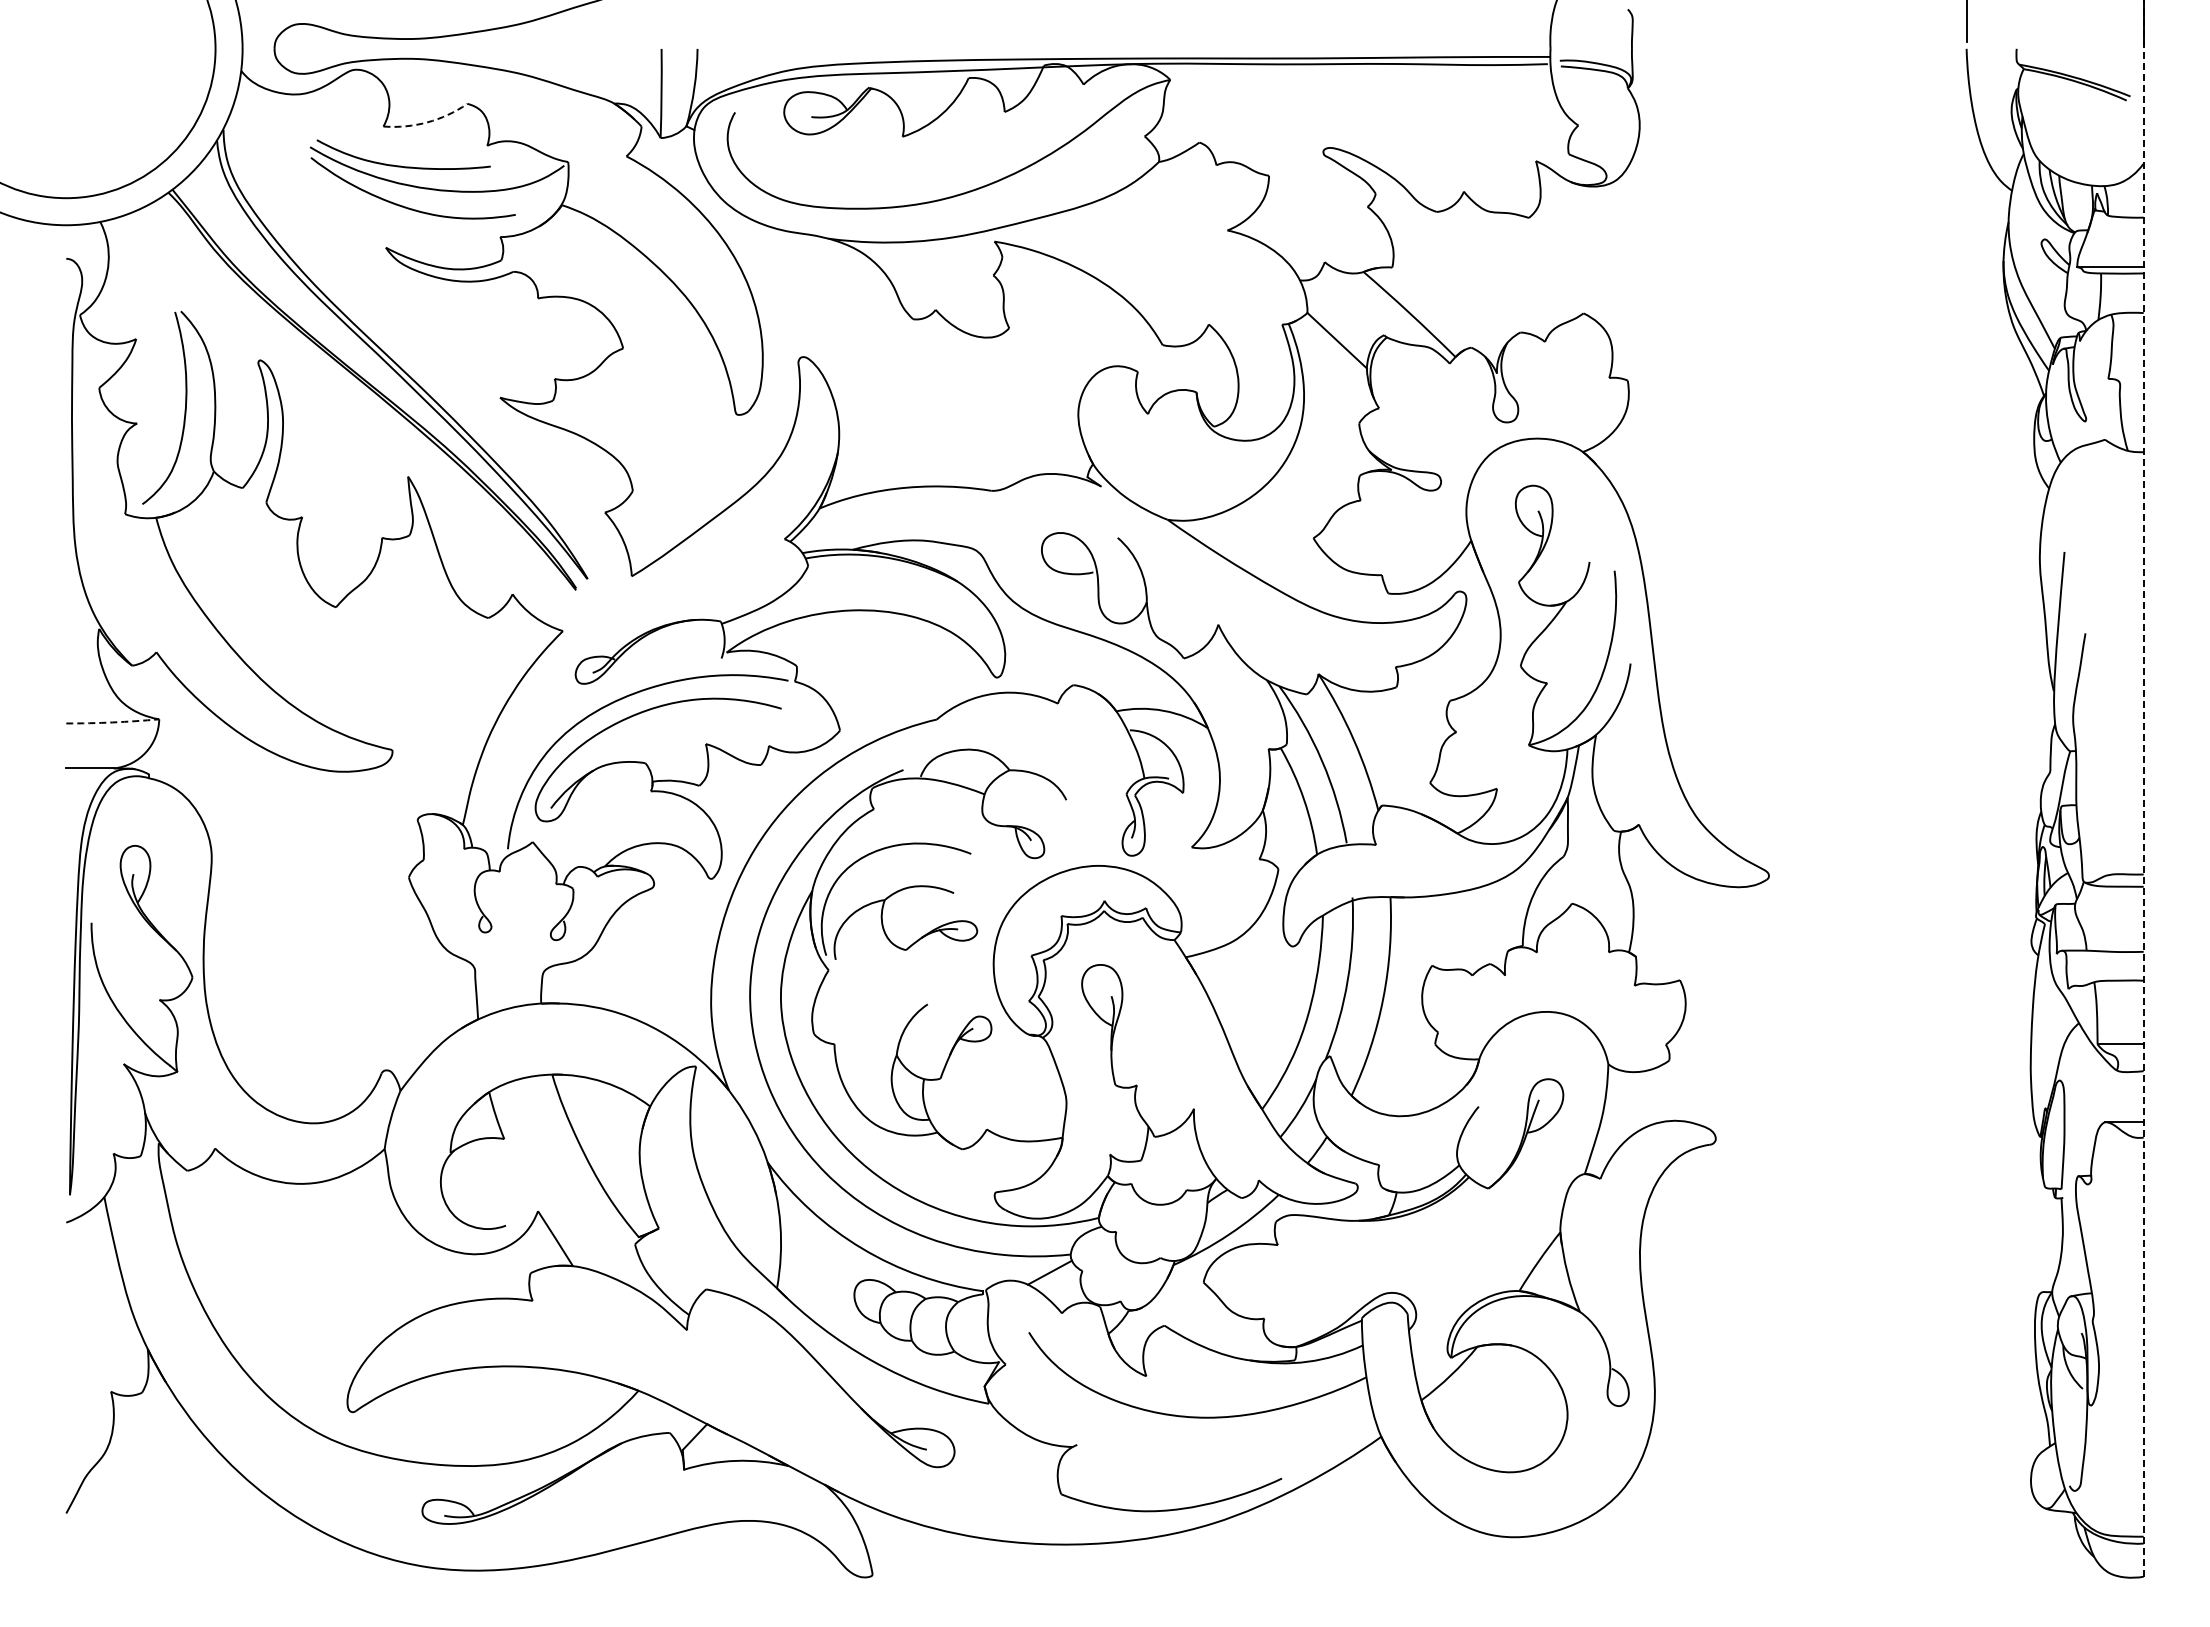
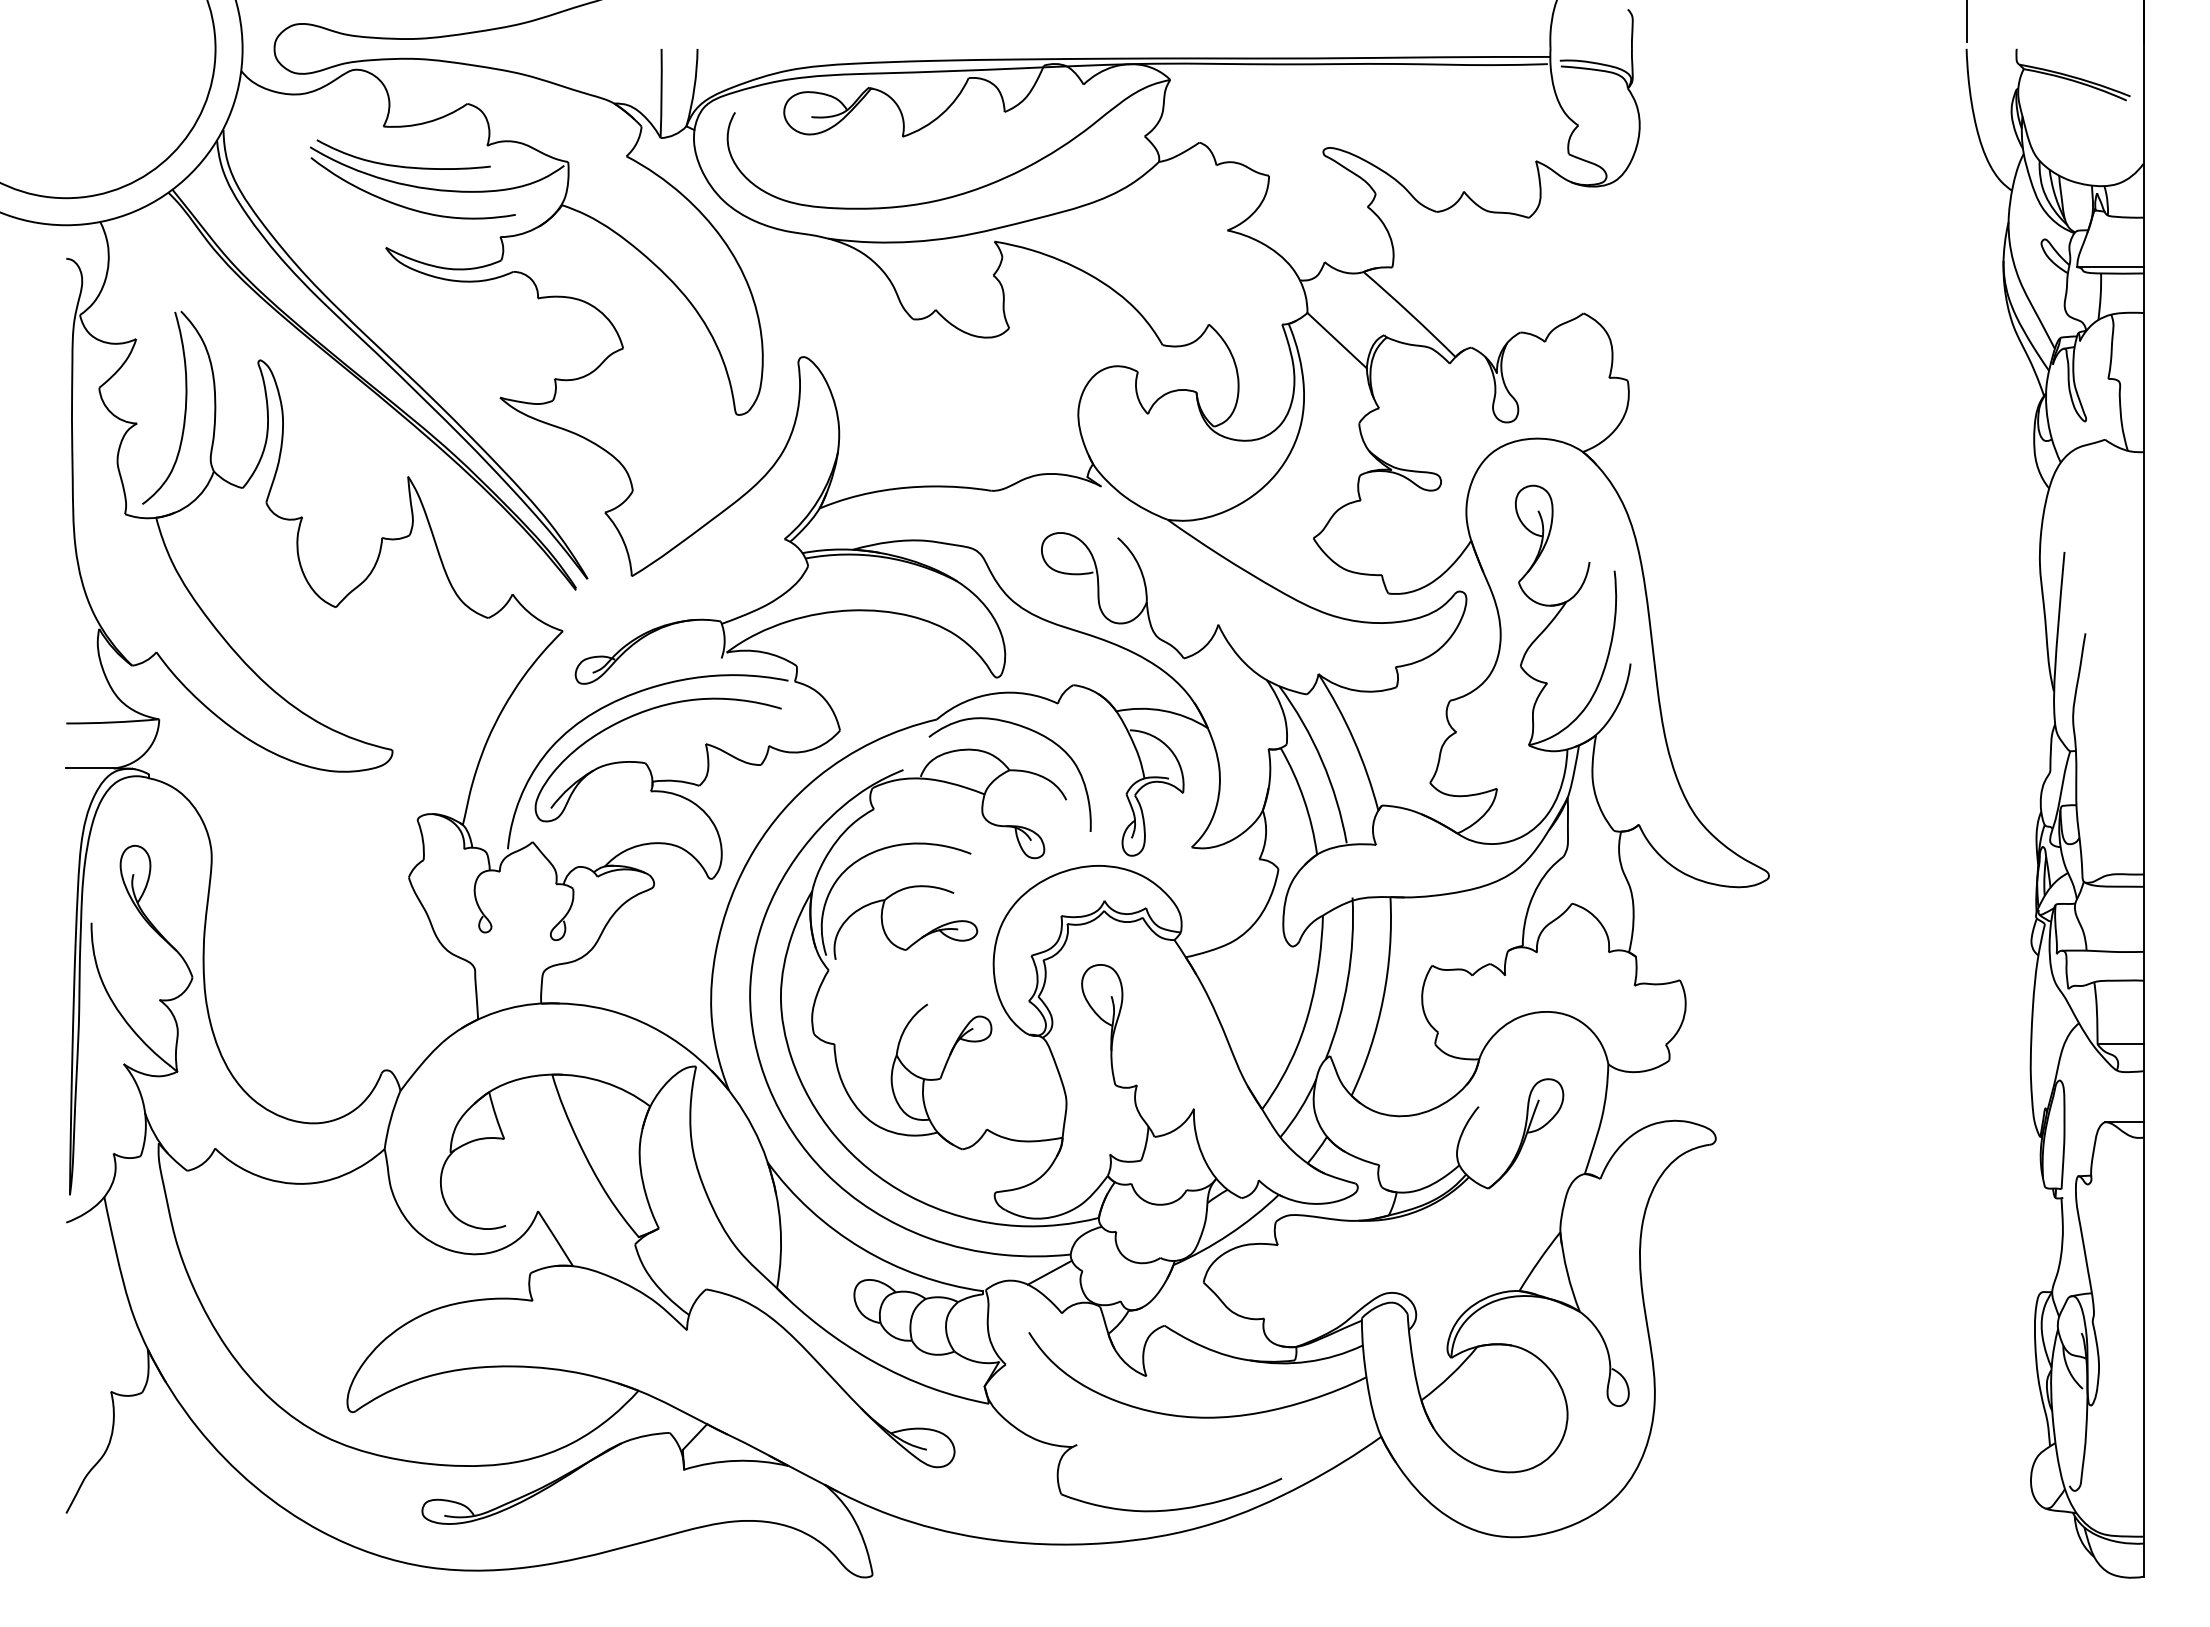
arc at (427, 122): dashed -> solid
arc at (112, 722): dashed -> solid
curve at (1031, 731): none -> present
line at (2143, 788): dashed -> solid
